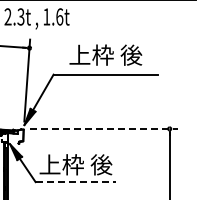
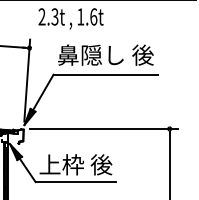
text at (36, 18) position: (36, 18) -> (70, 18)
text at (105, 54): 上枠 後 -> 鼻隠し 後
line at (104, 128): dashed -> solid
line at (76, 182): dashed -> solid
